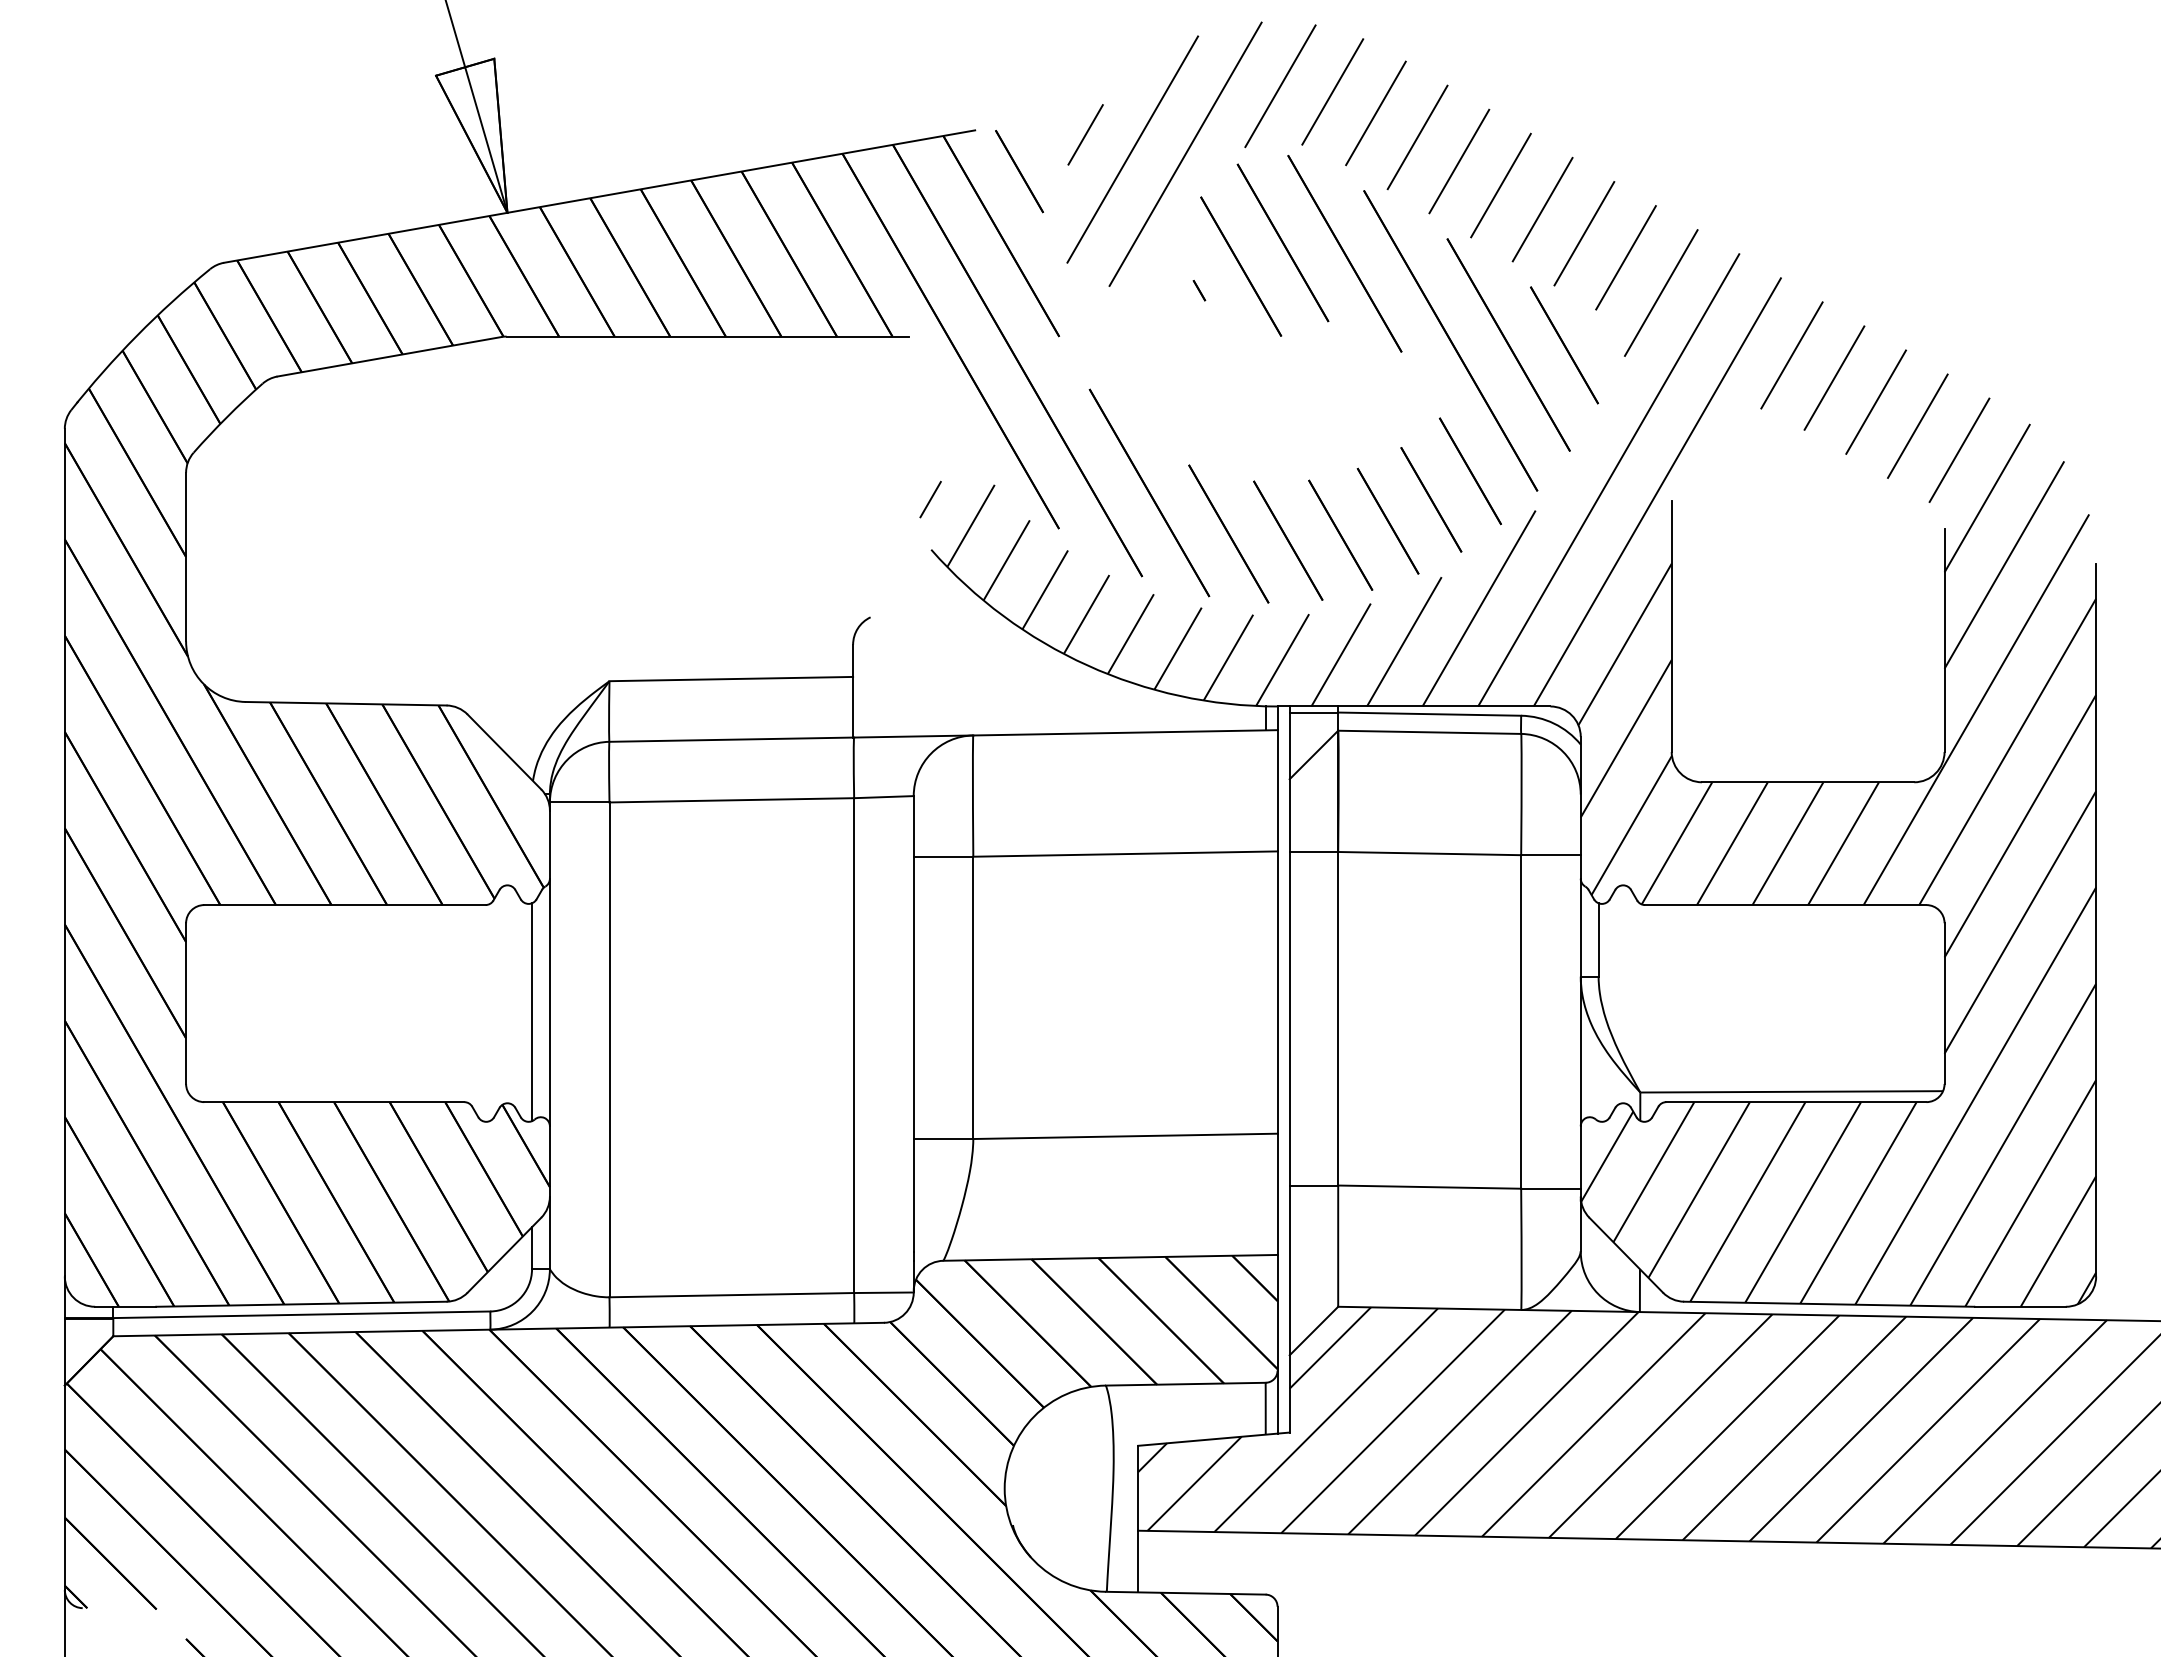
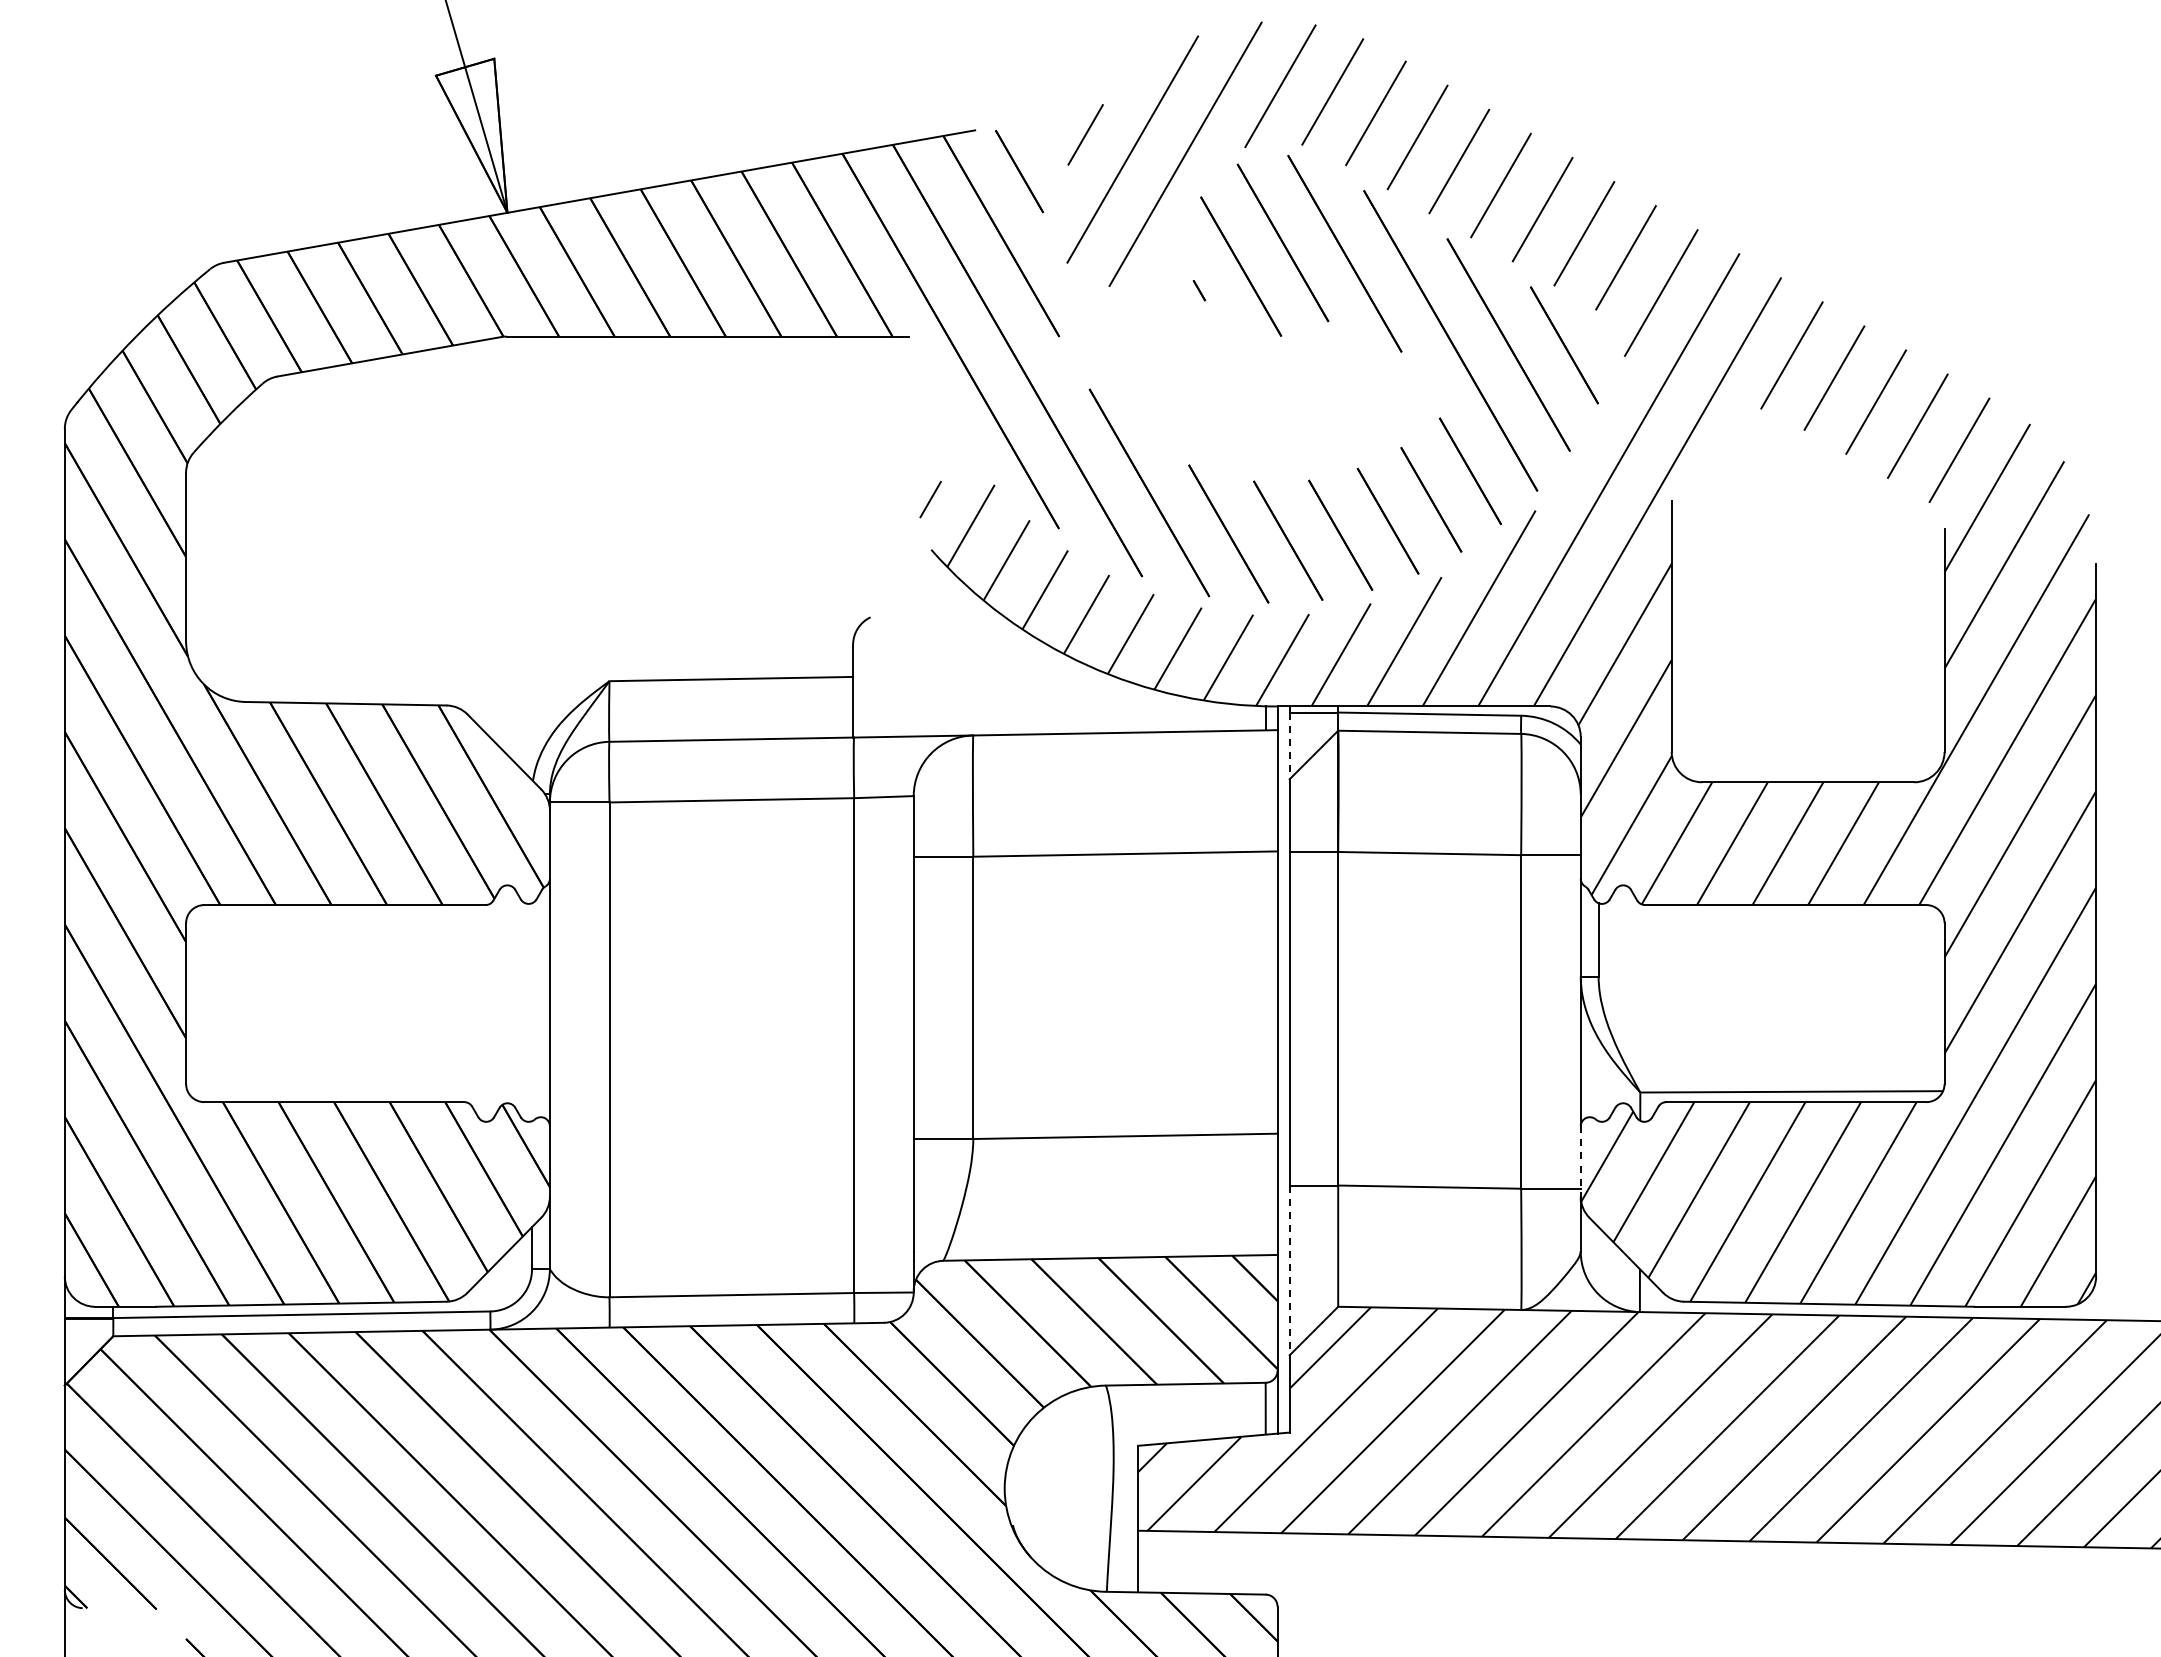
line at (1289, 746): solid -> dashed
line at (532, 1012): present -> none
line at (1580, 1161): solid -> dashed
line at (1289, 1270): solid -> dashed
